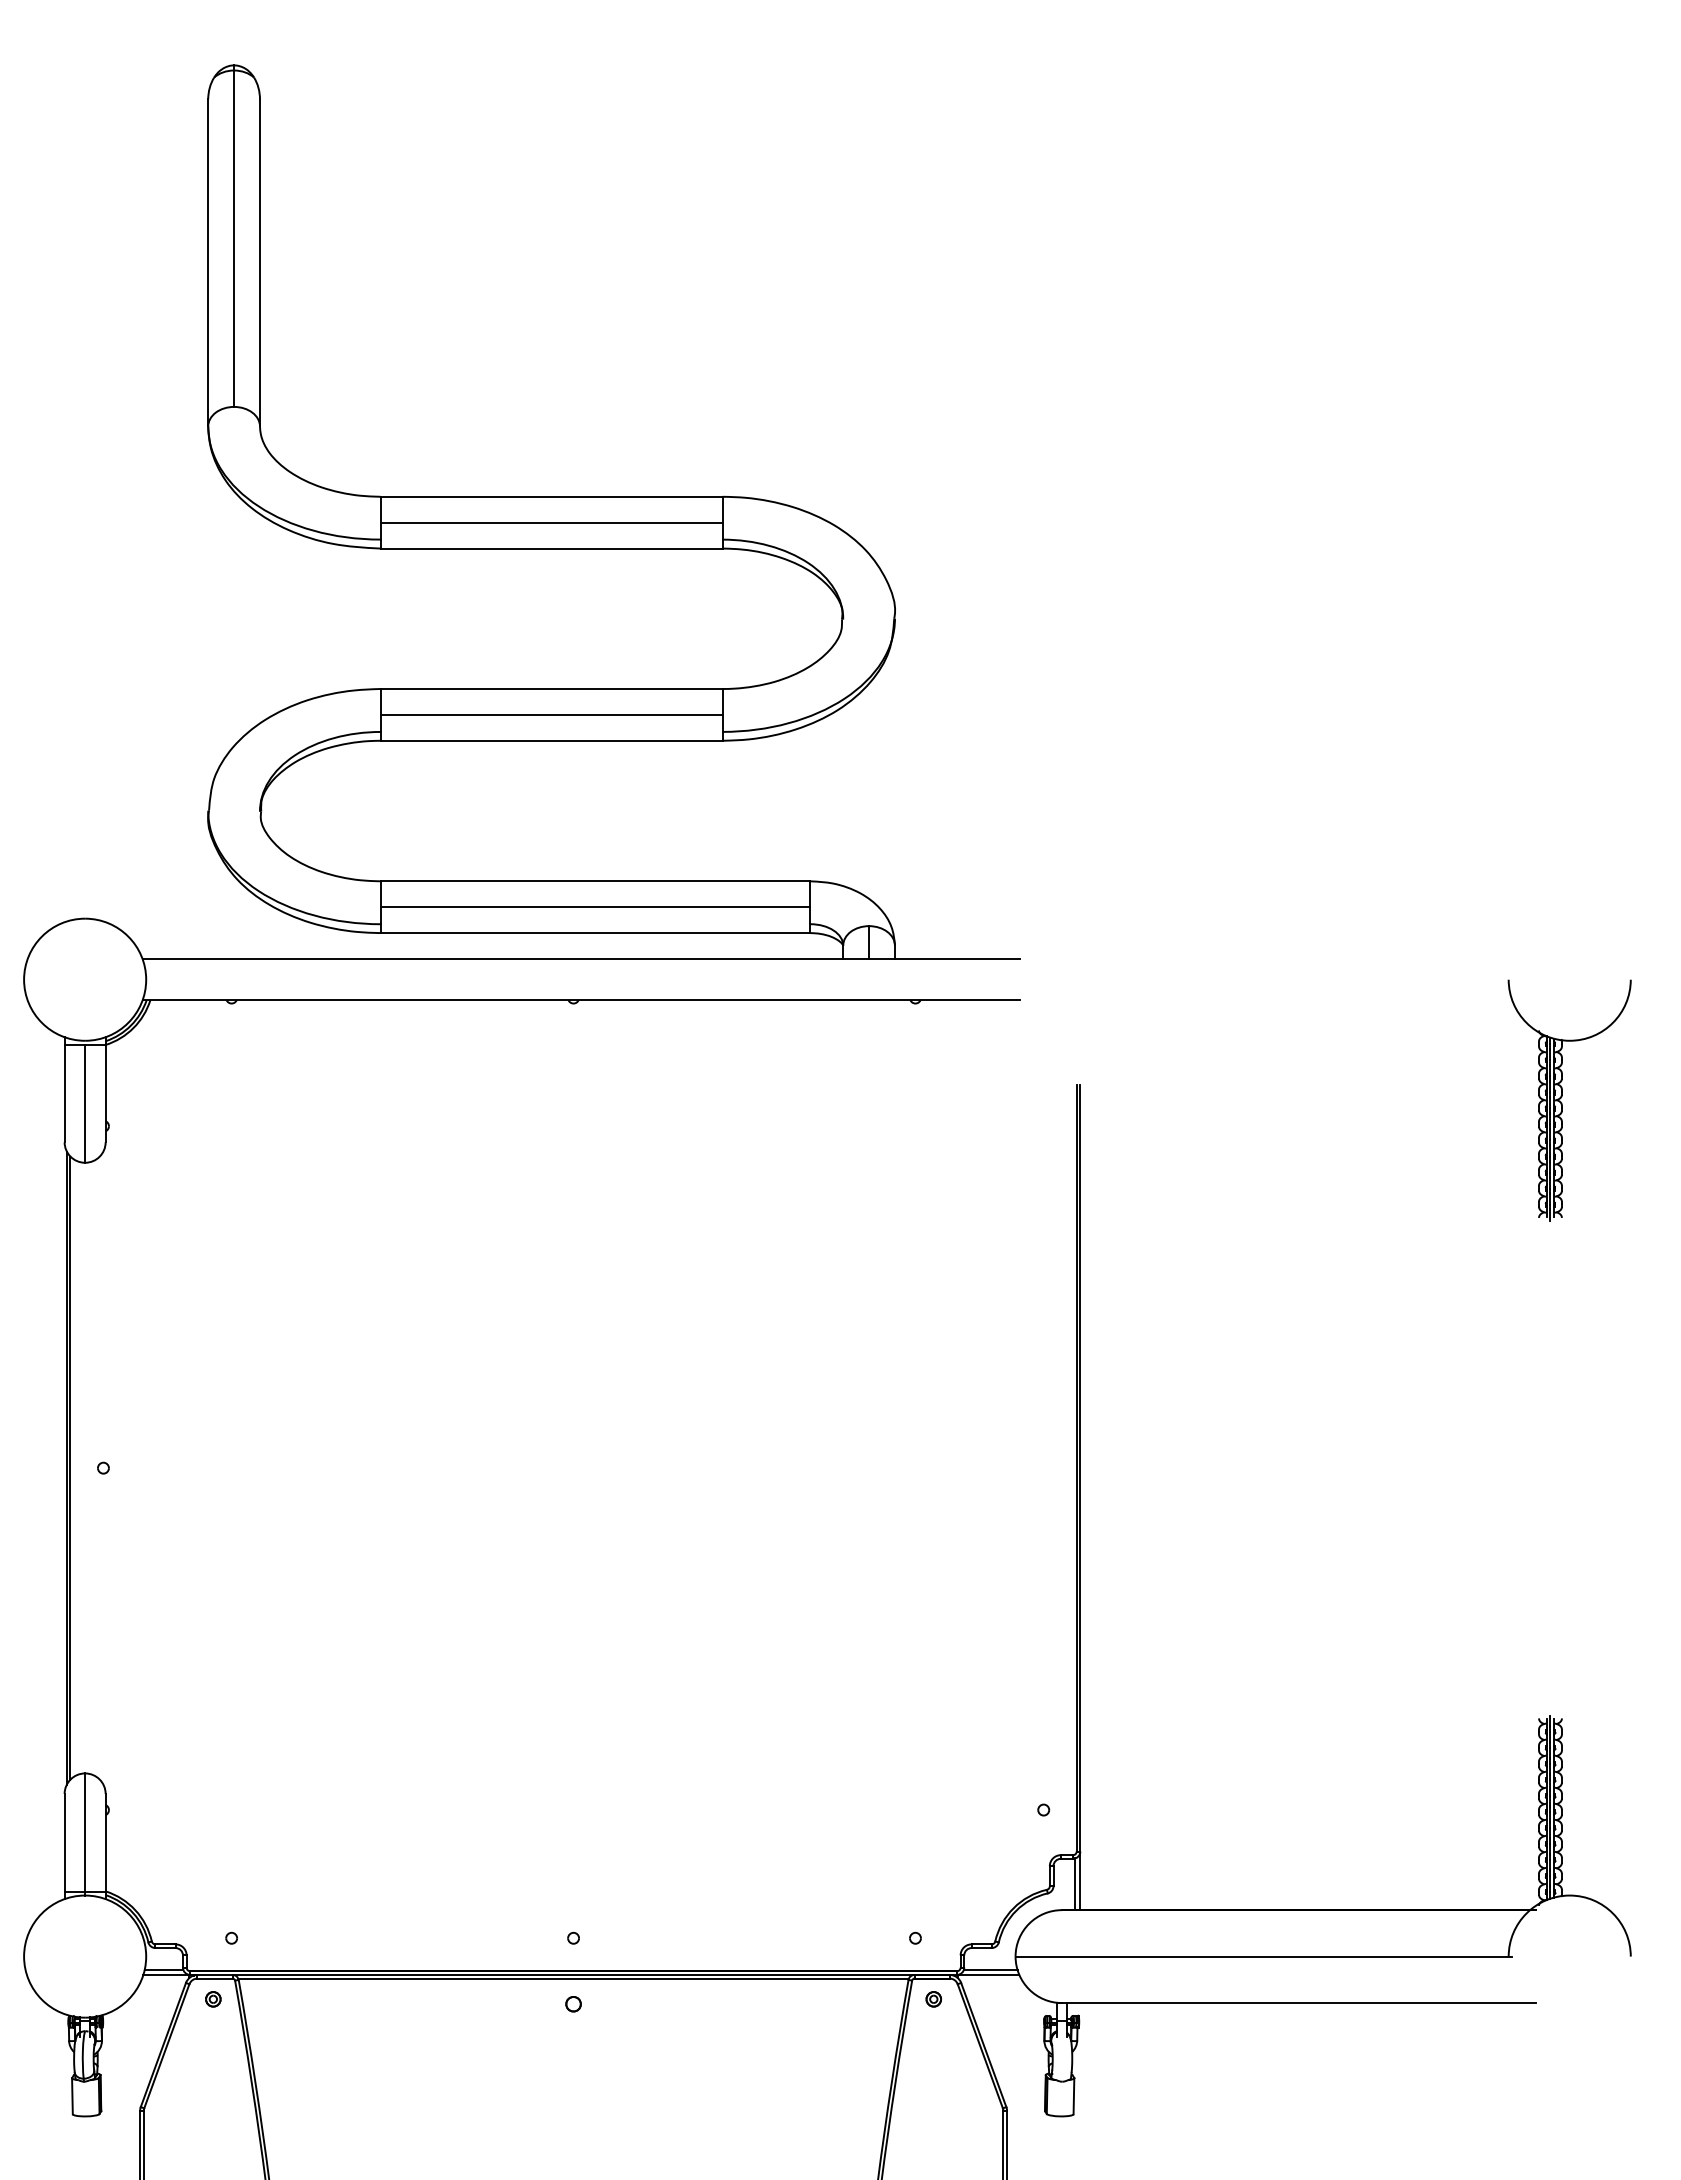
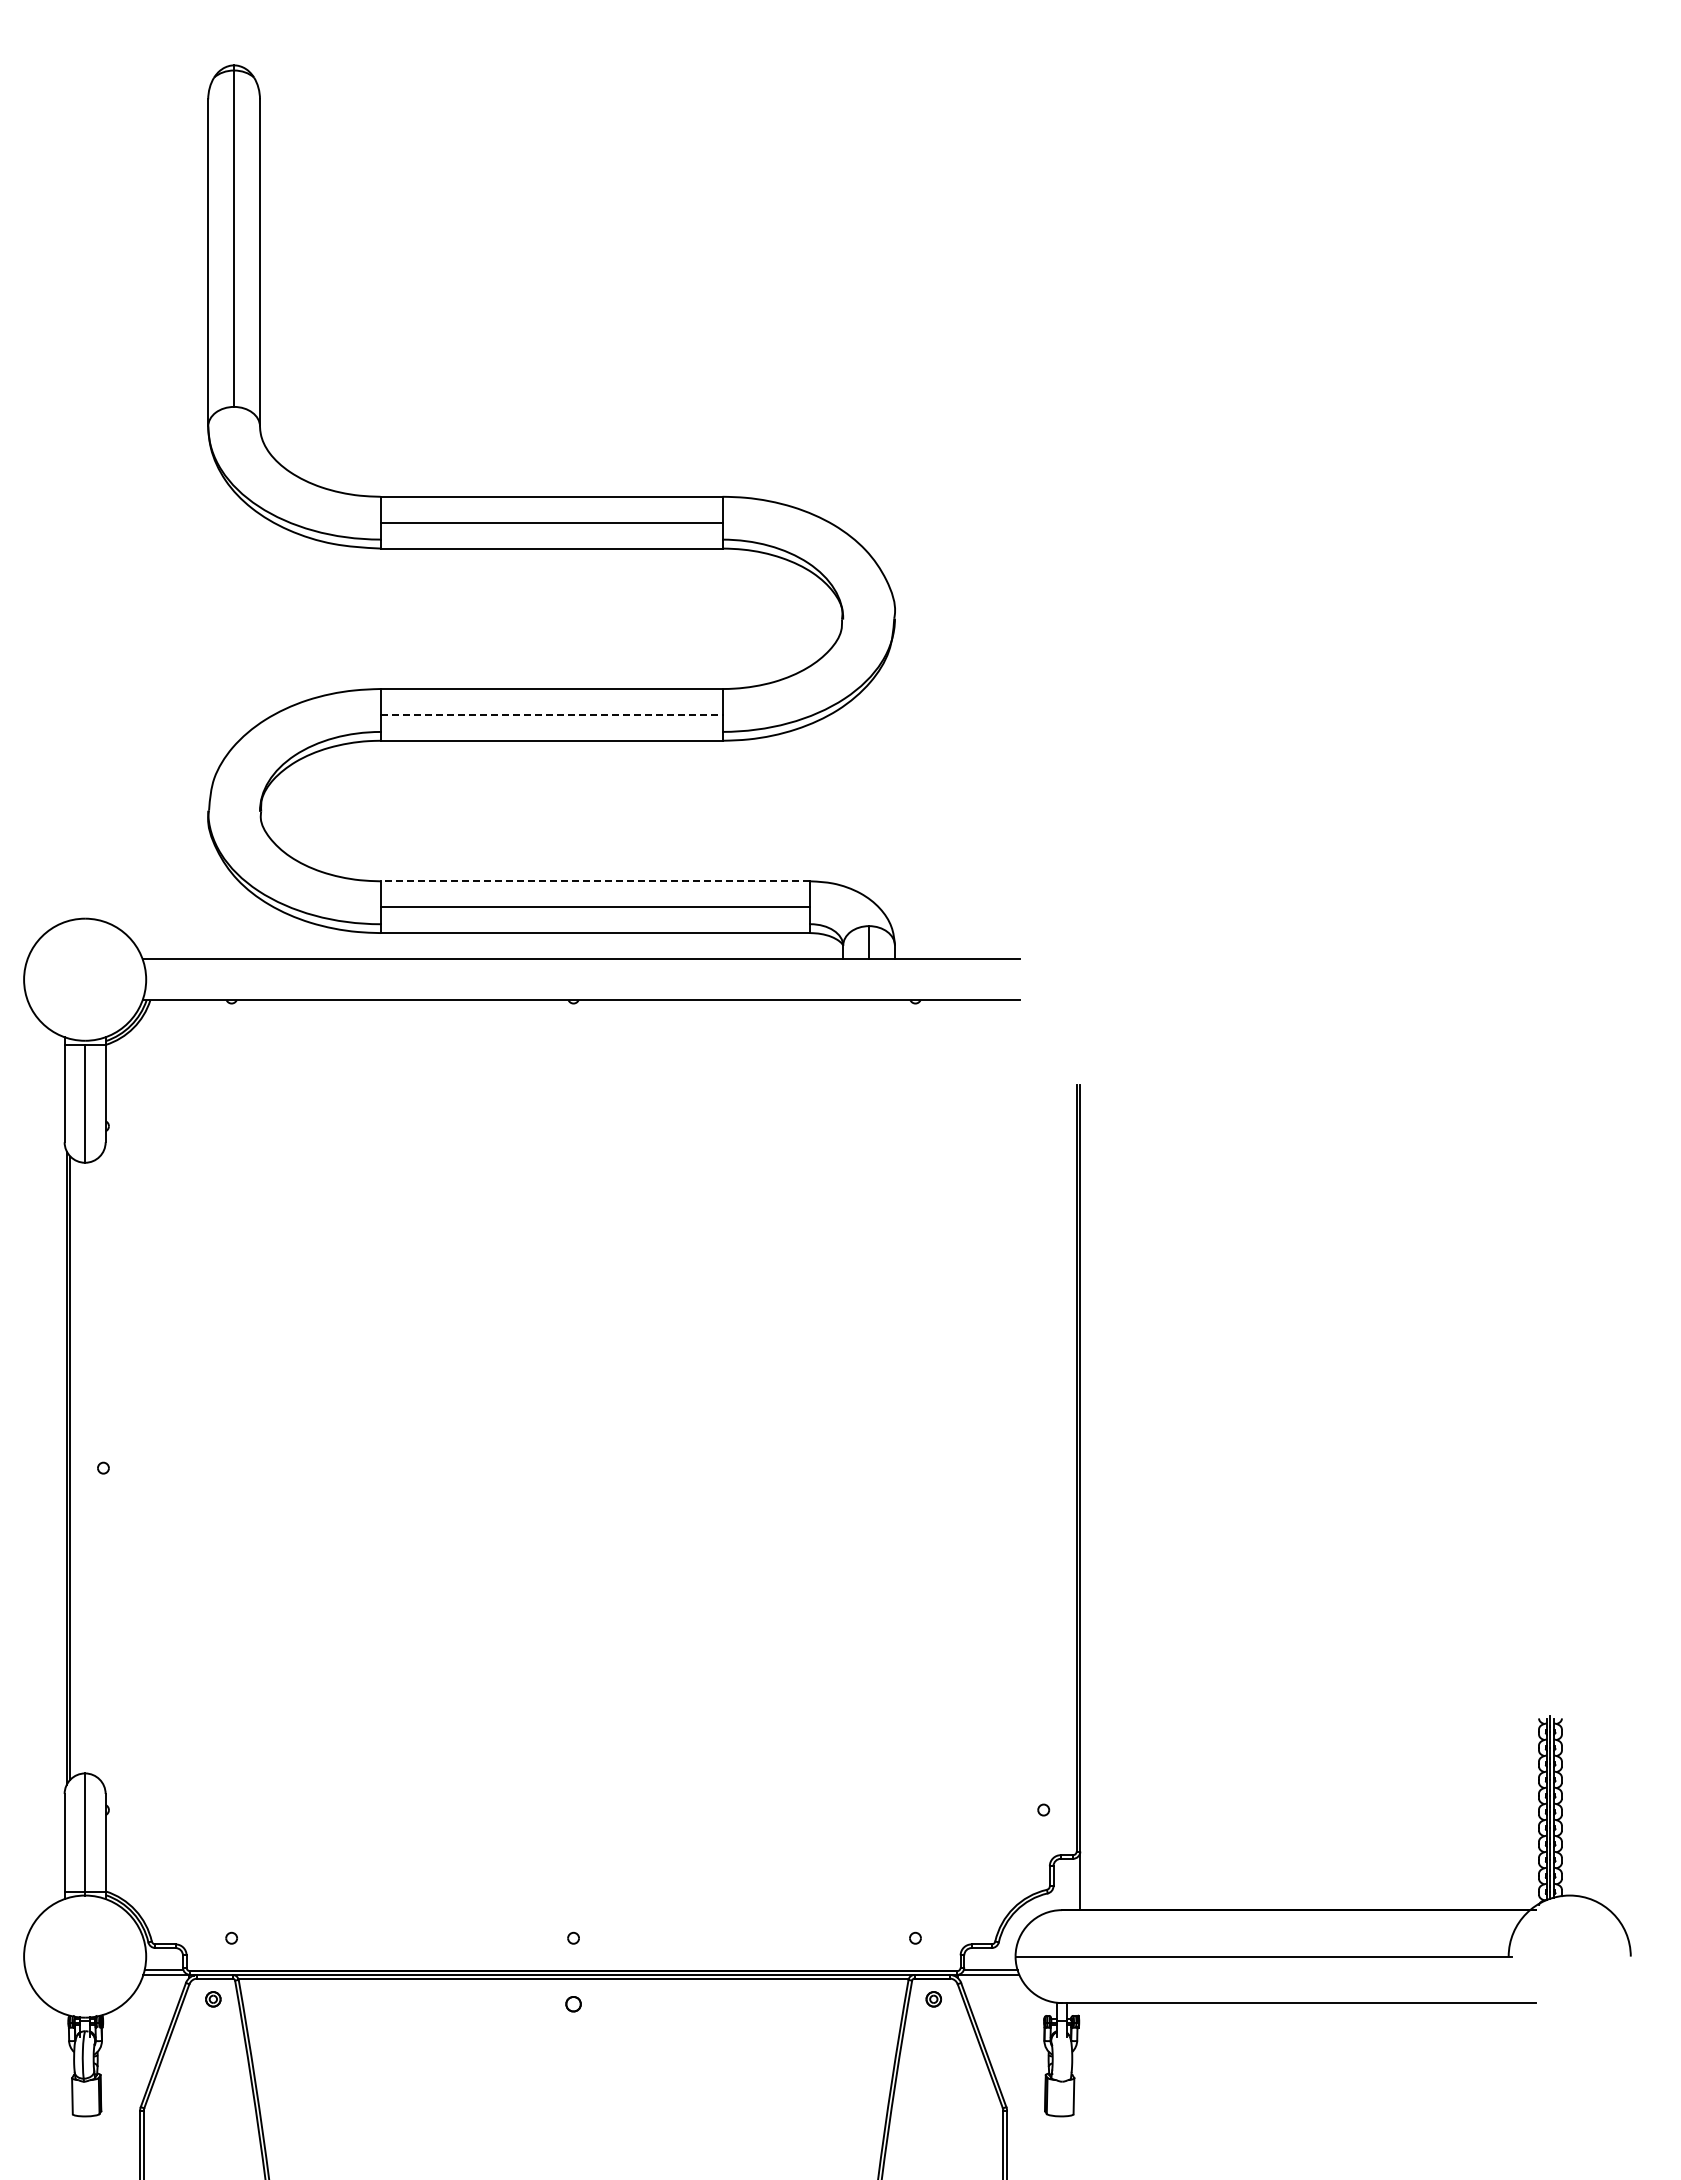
line at (551, 714): solid -> dashed
line at (595, 881): solid -> dashed
part at (1562, 1103): present -> none
line at (1075, 1884): present -> none
